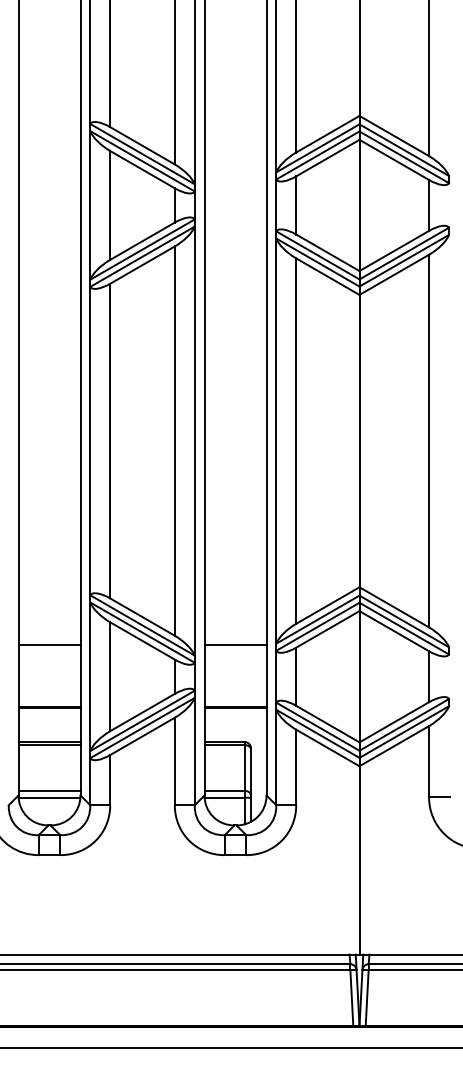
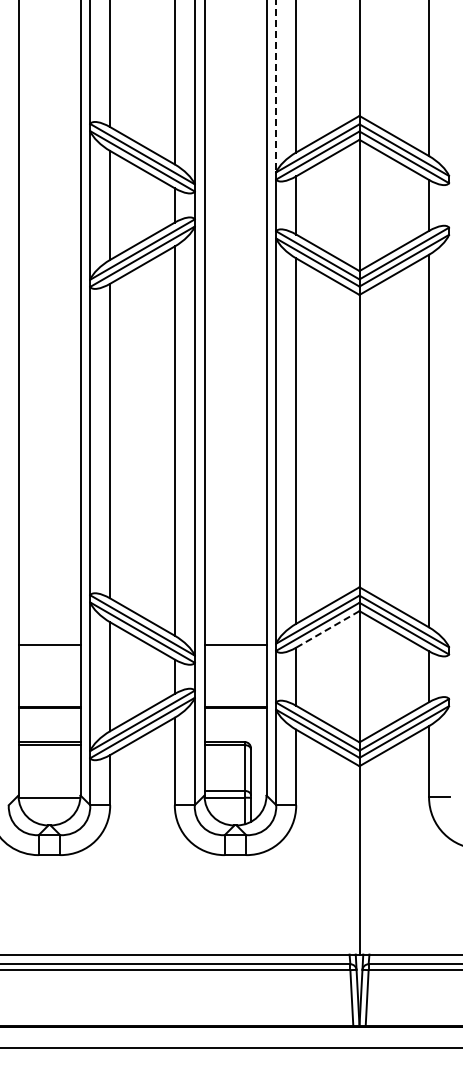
line at (276, 86): solid -> dashed
line at (327, 629): solid -> dashed
line at (49, 790): present -> none
